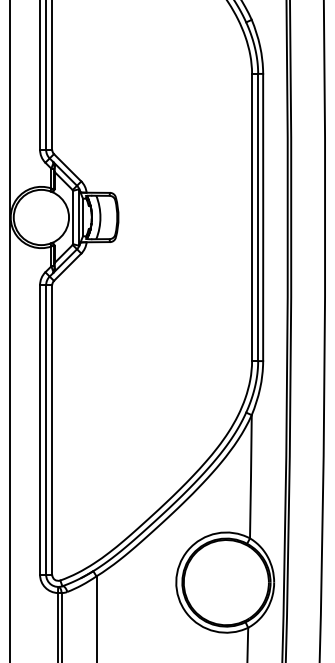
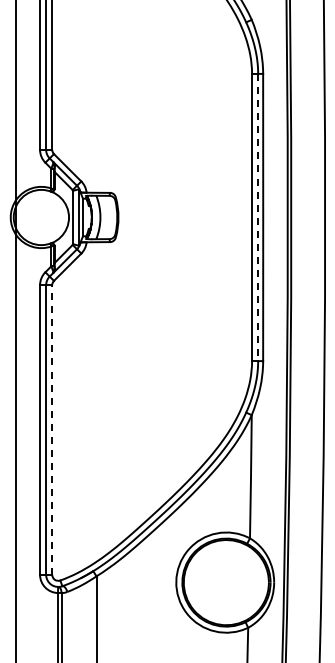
line at (258, 217): solid -> dashed
line at (9, 330) position: (9, 330) -> (15, 330)
line at (52, 429): solid -> dashed
